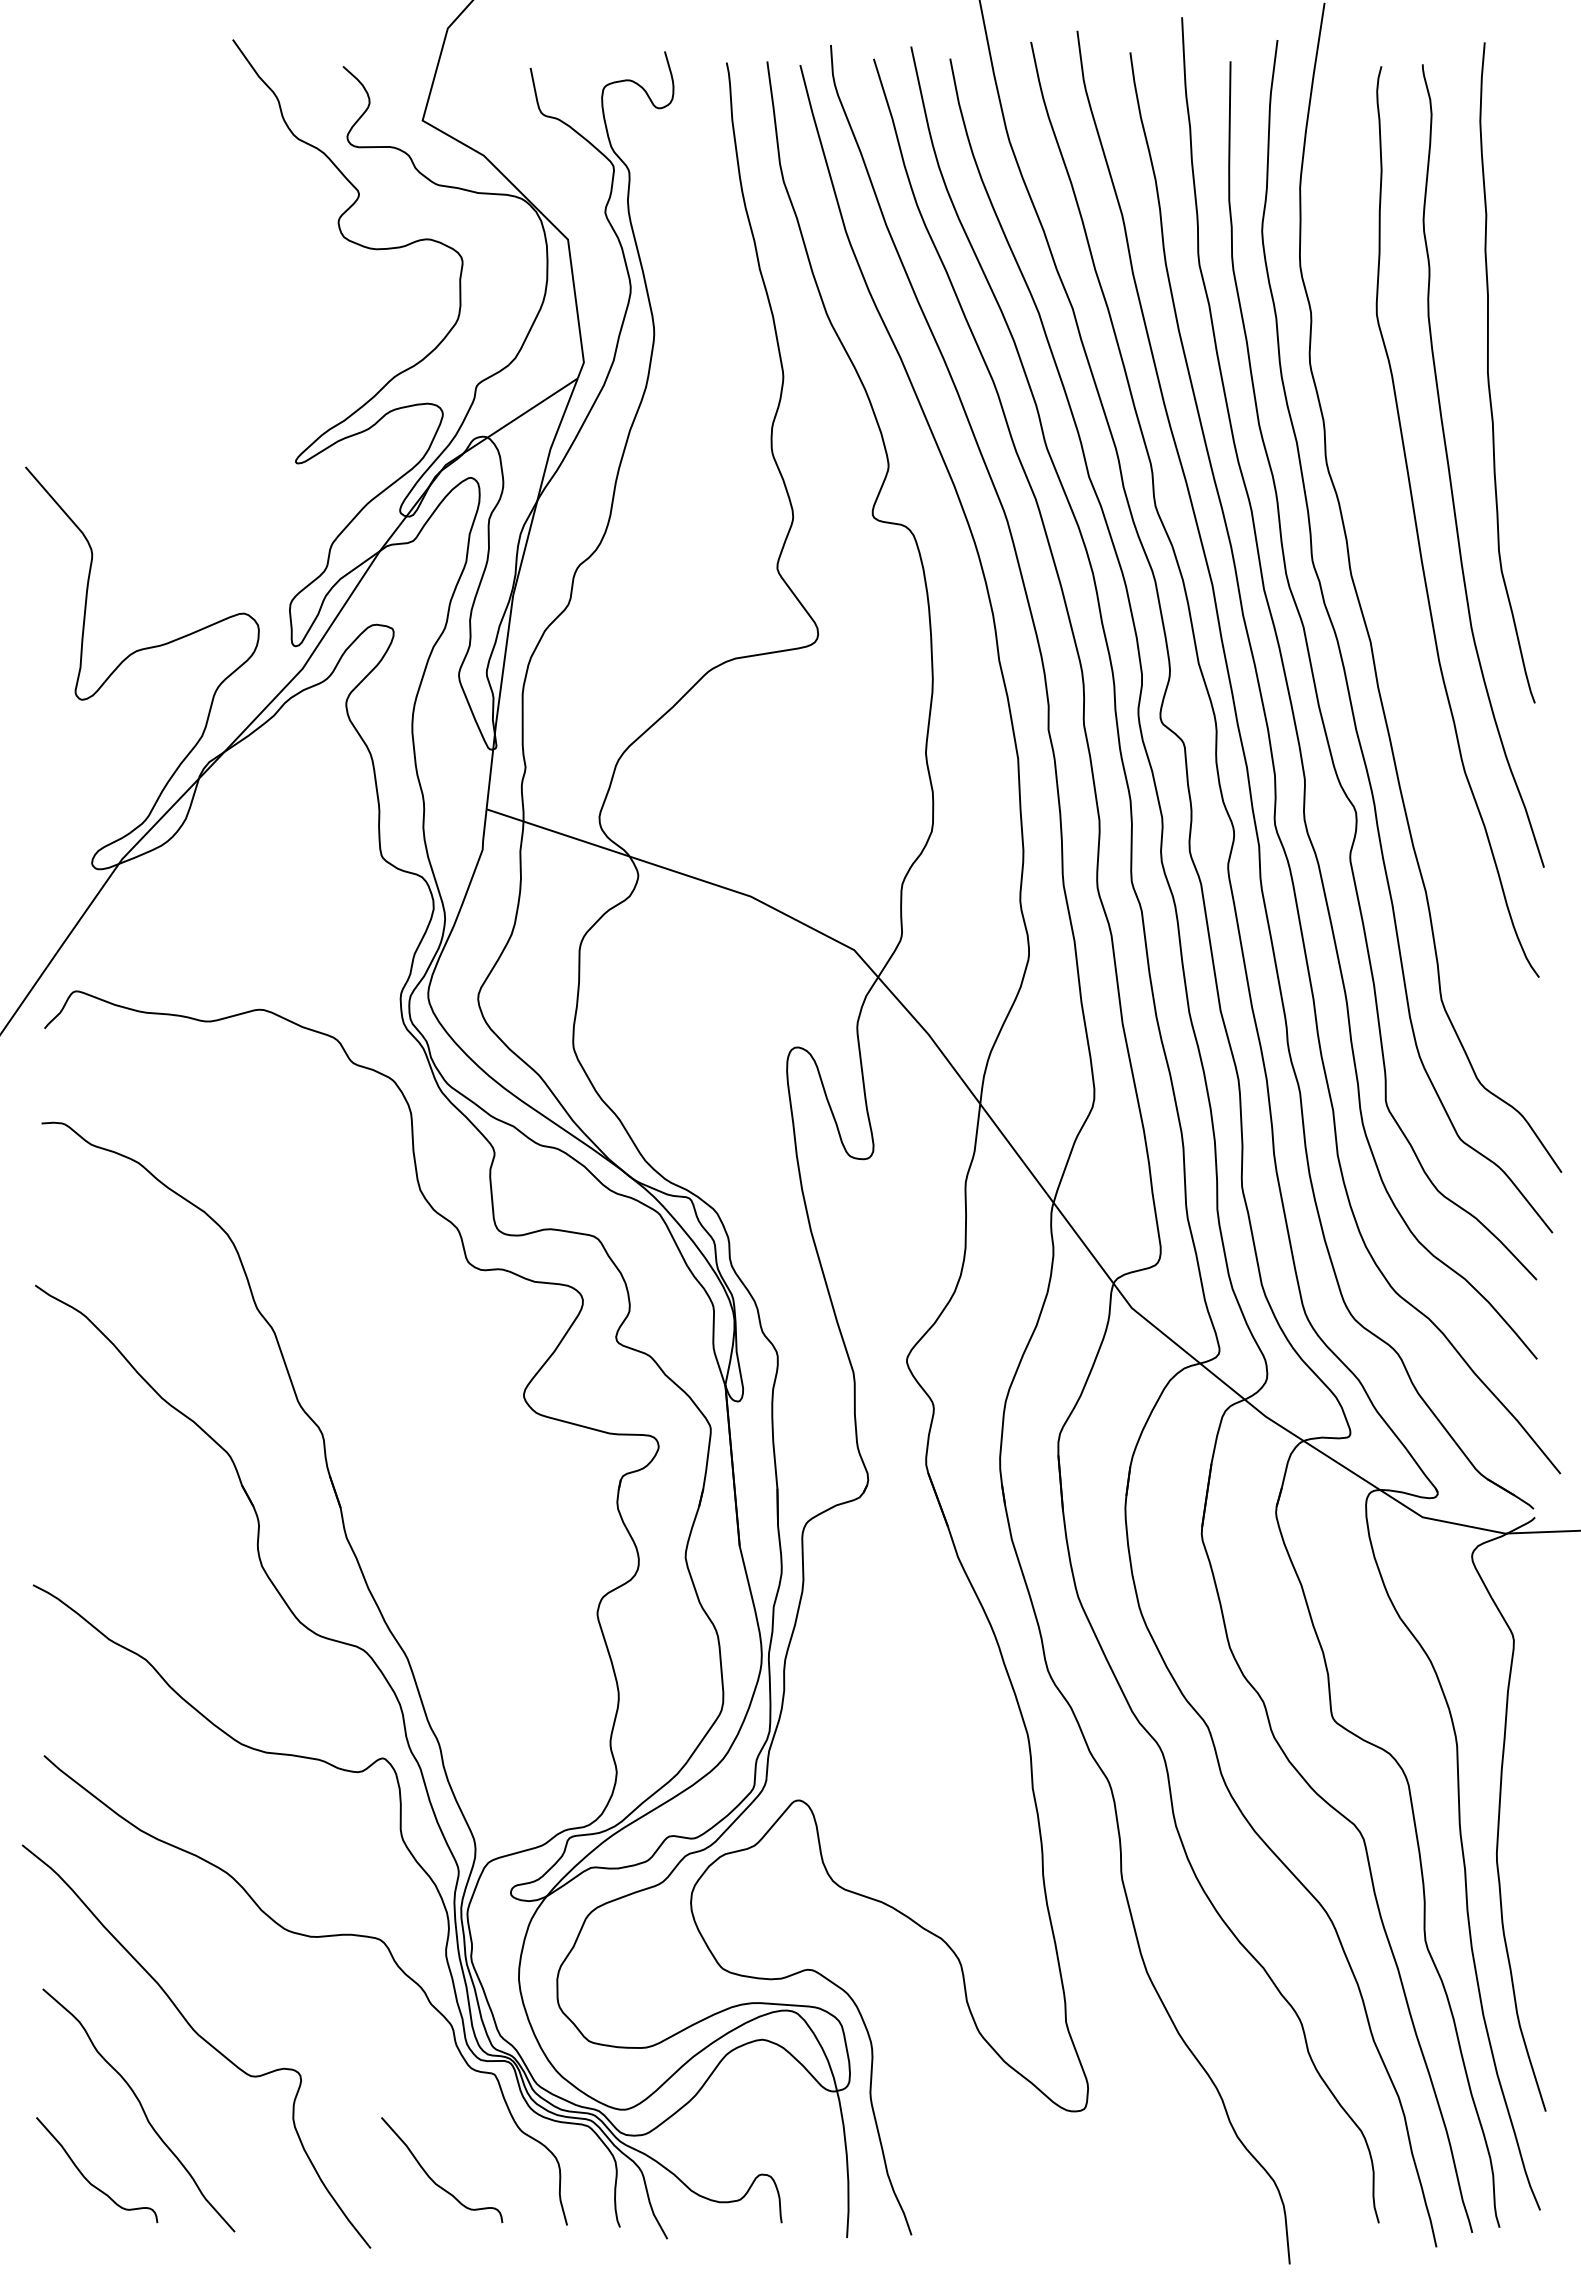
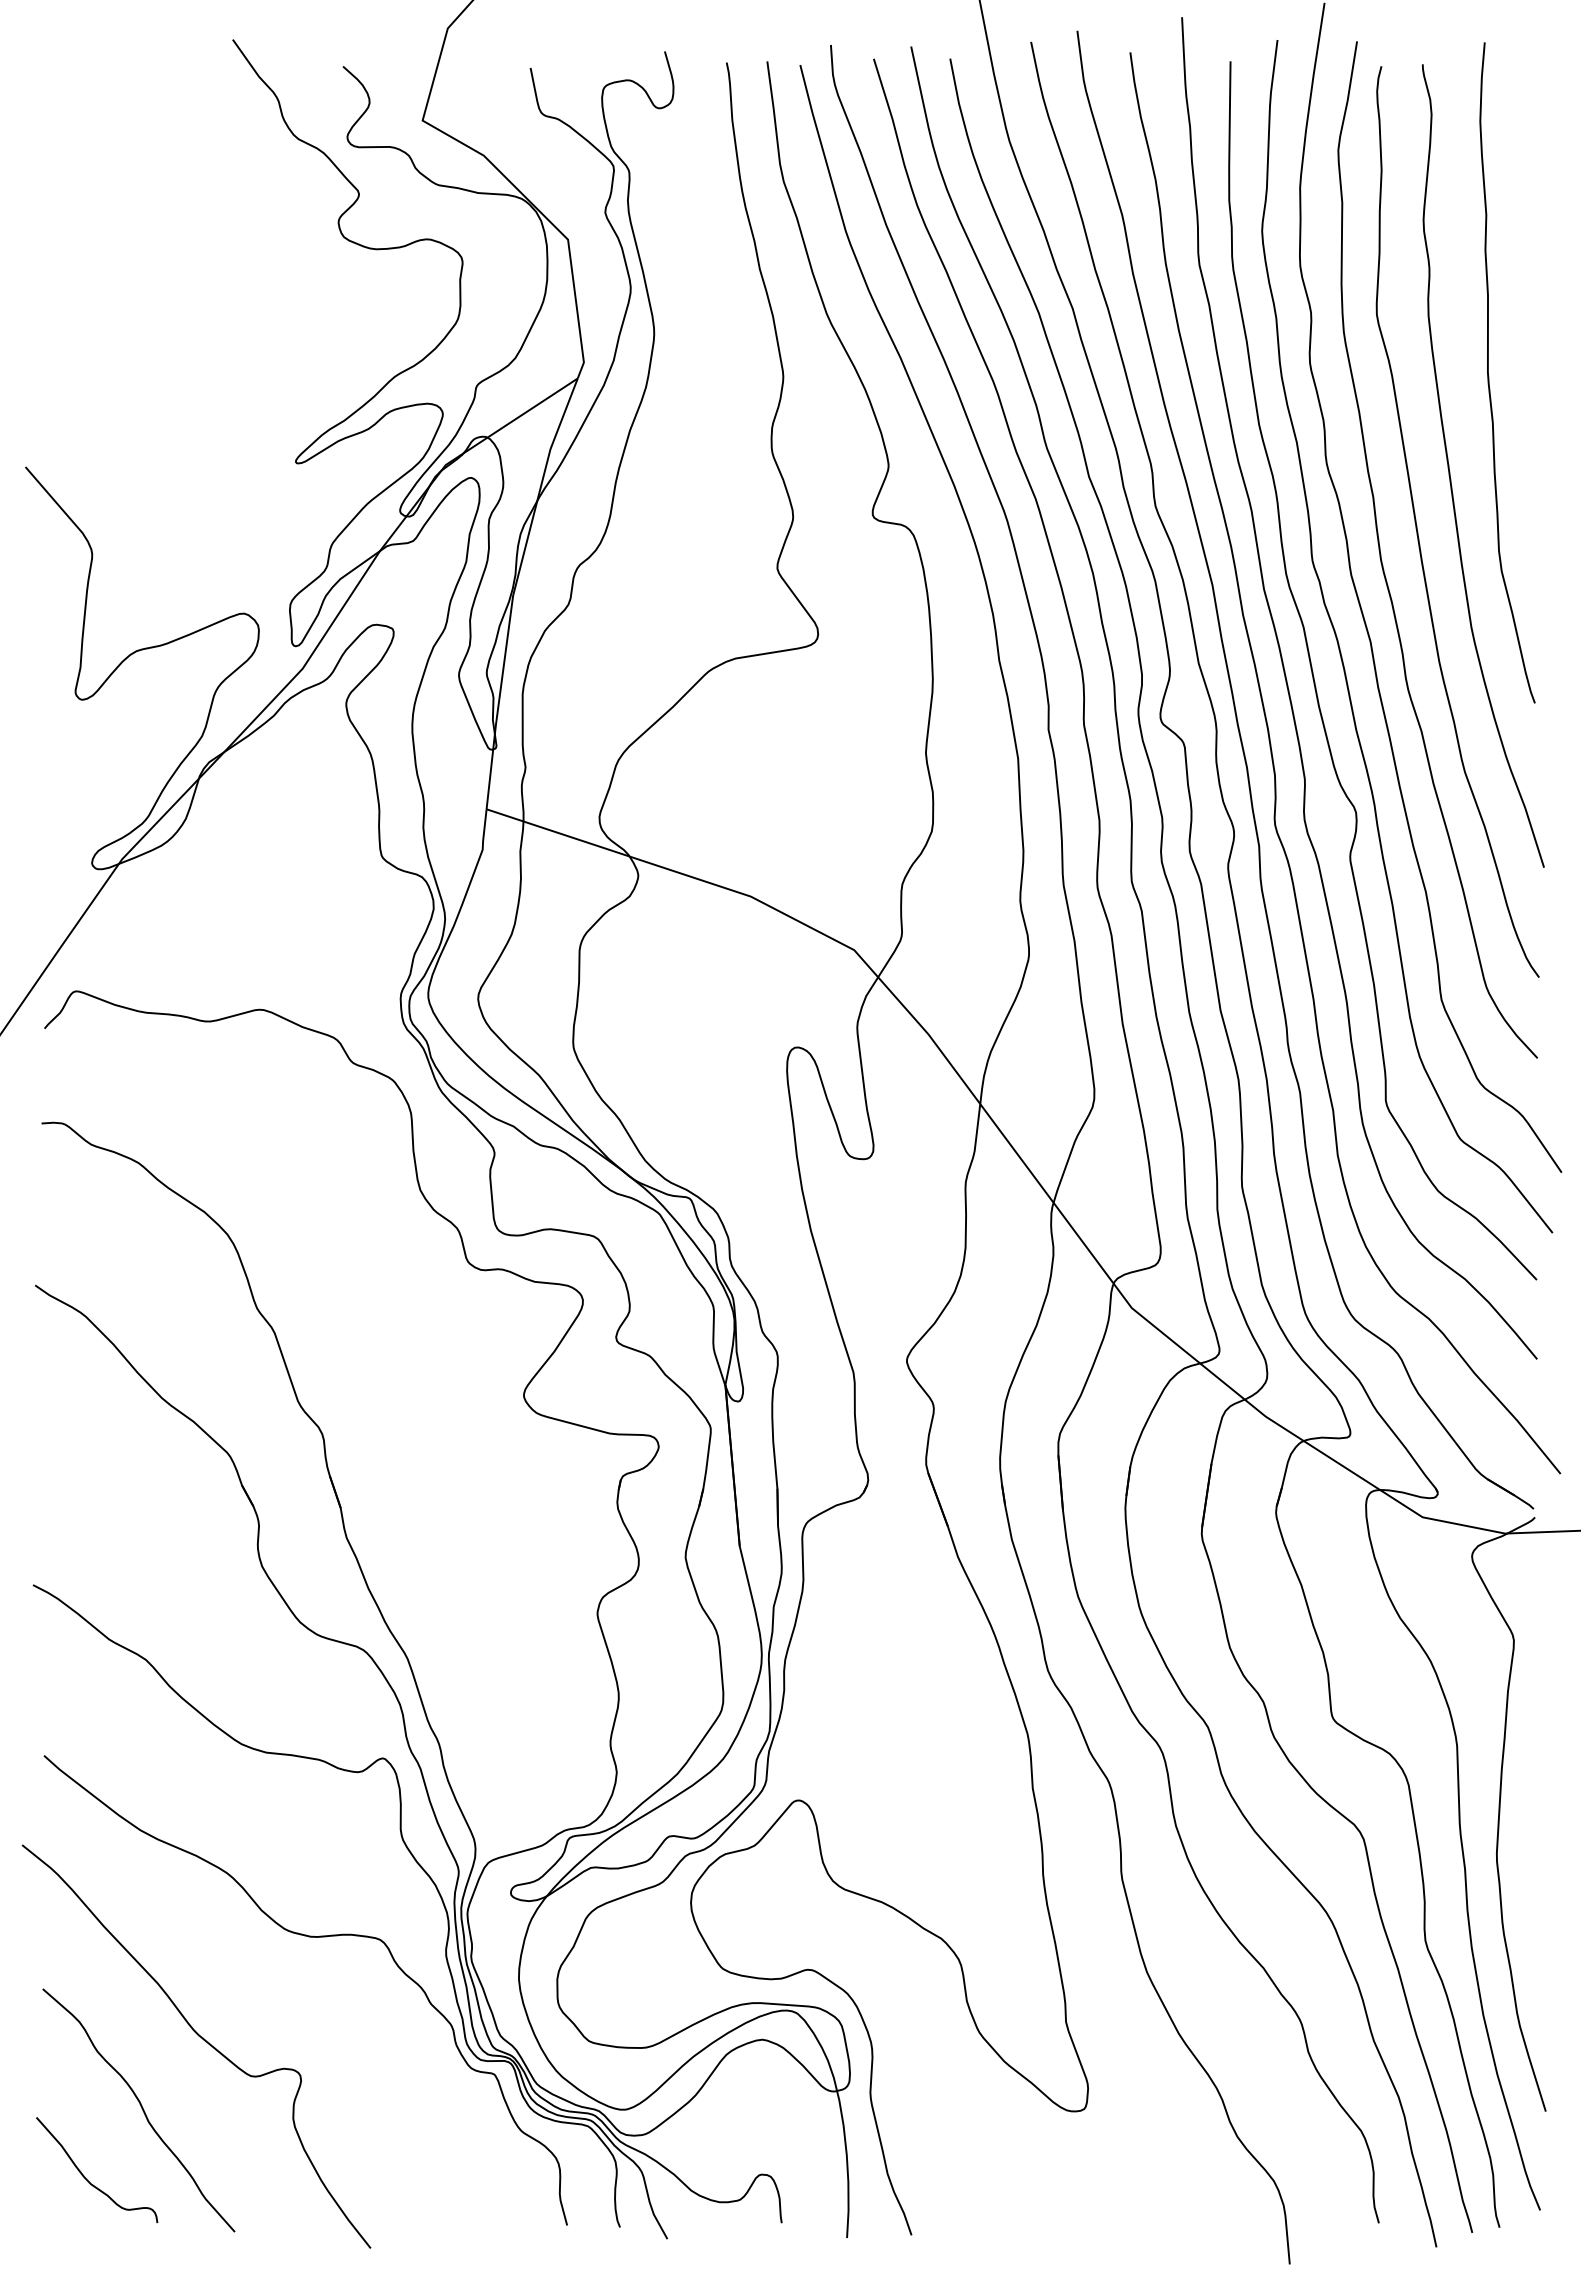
curve at (1382, 560): none -> present
curve at (432, 2179): present -> none
